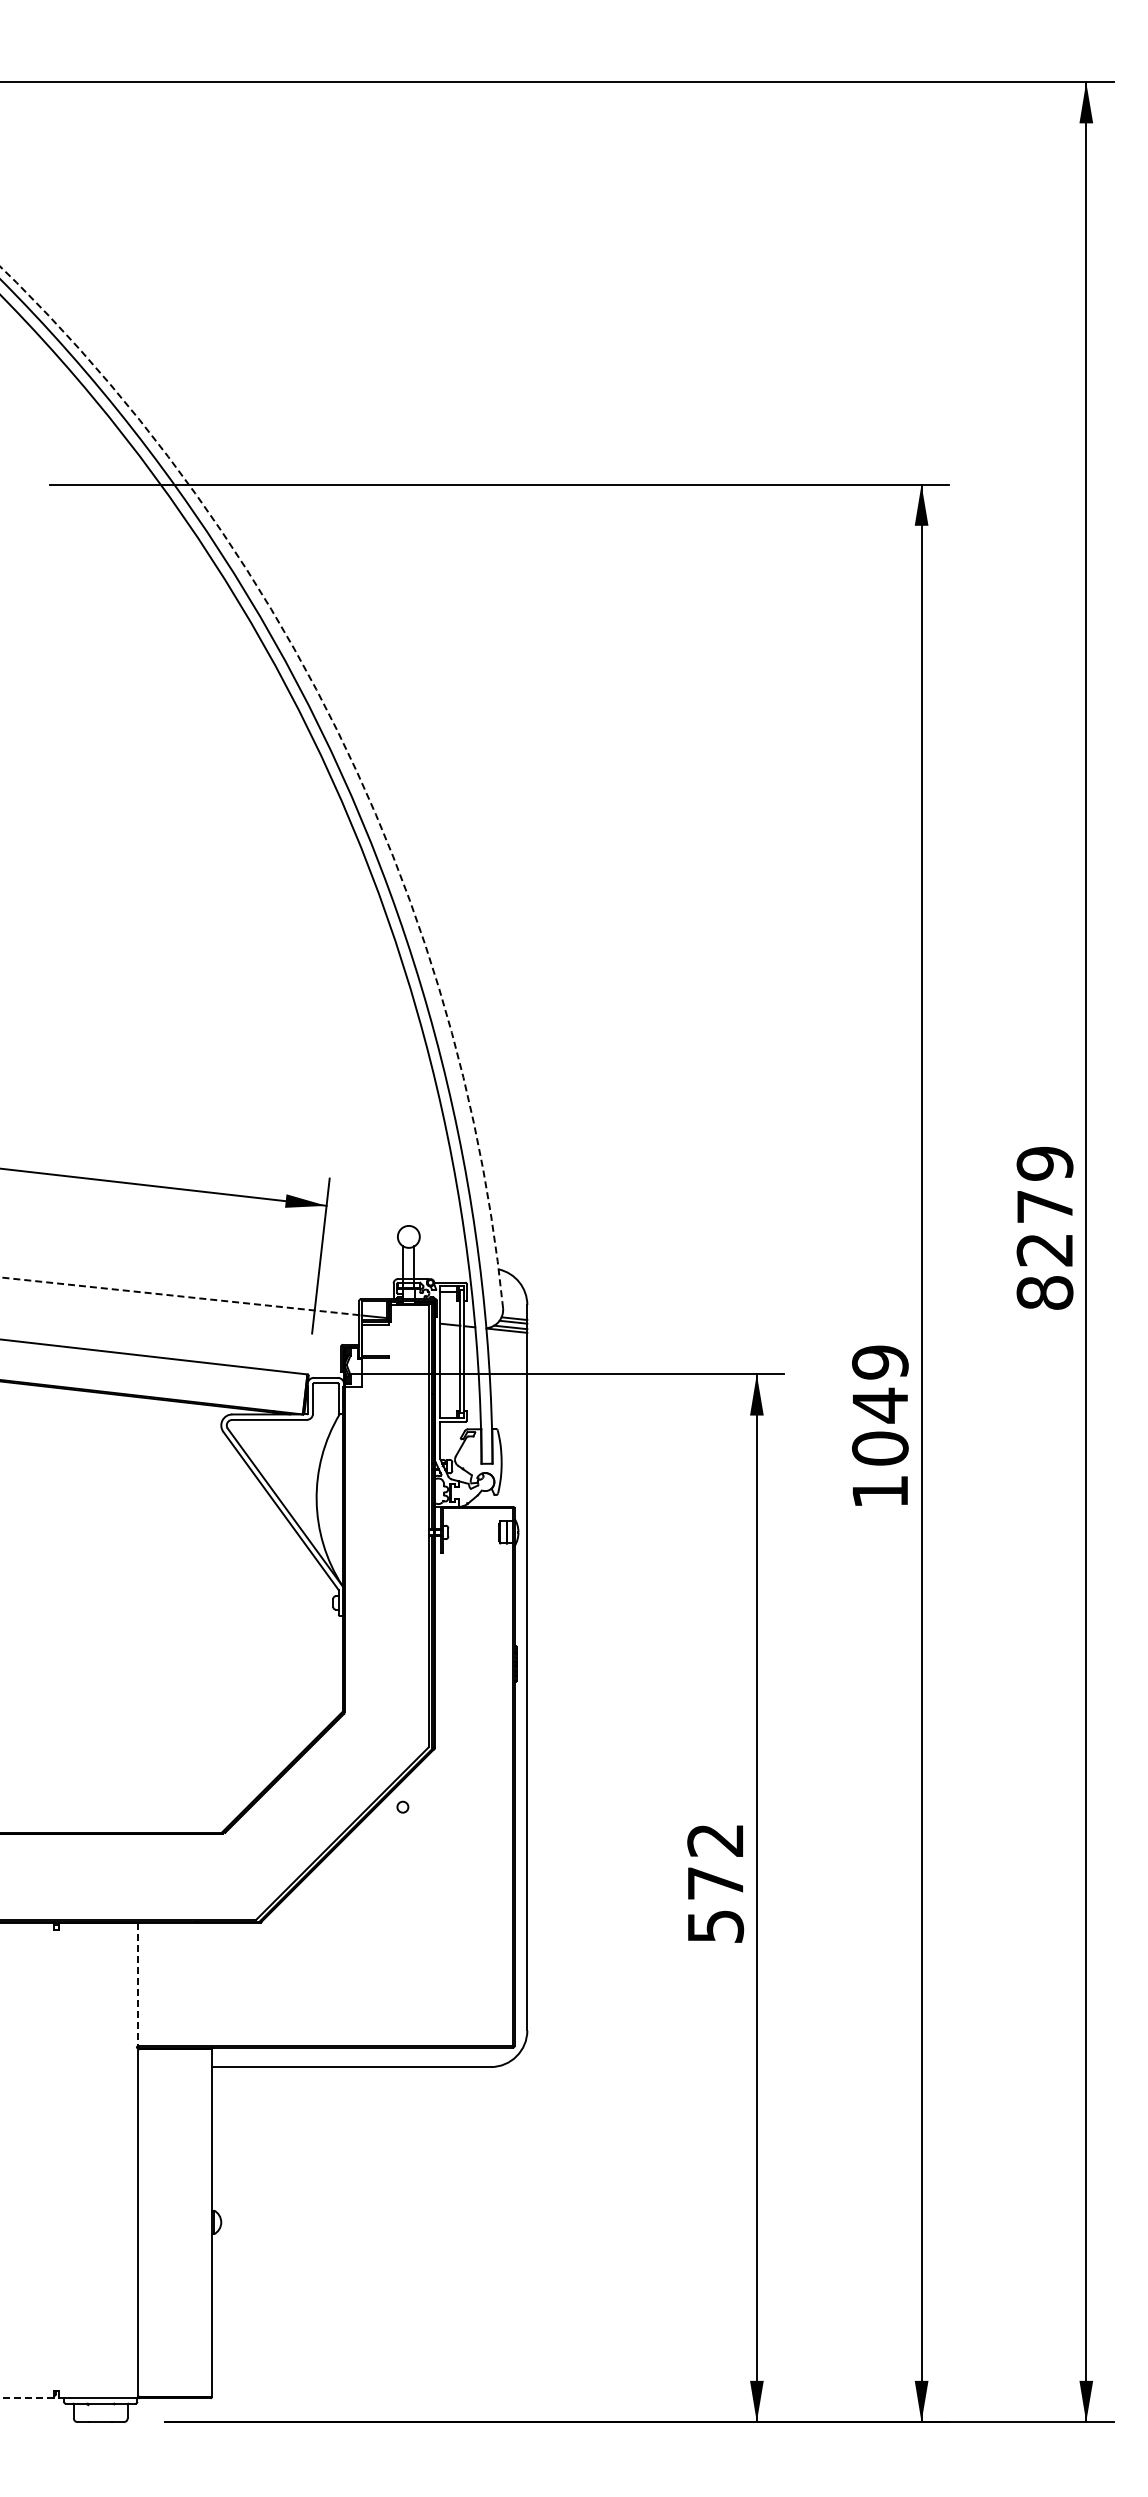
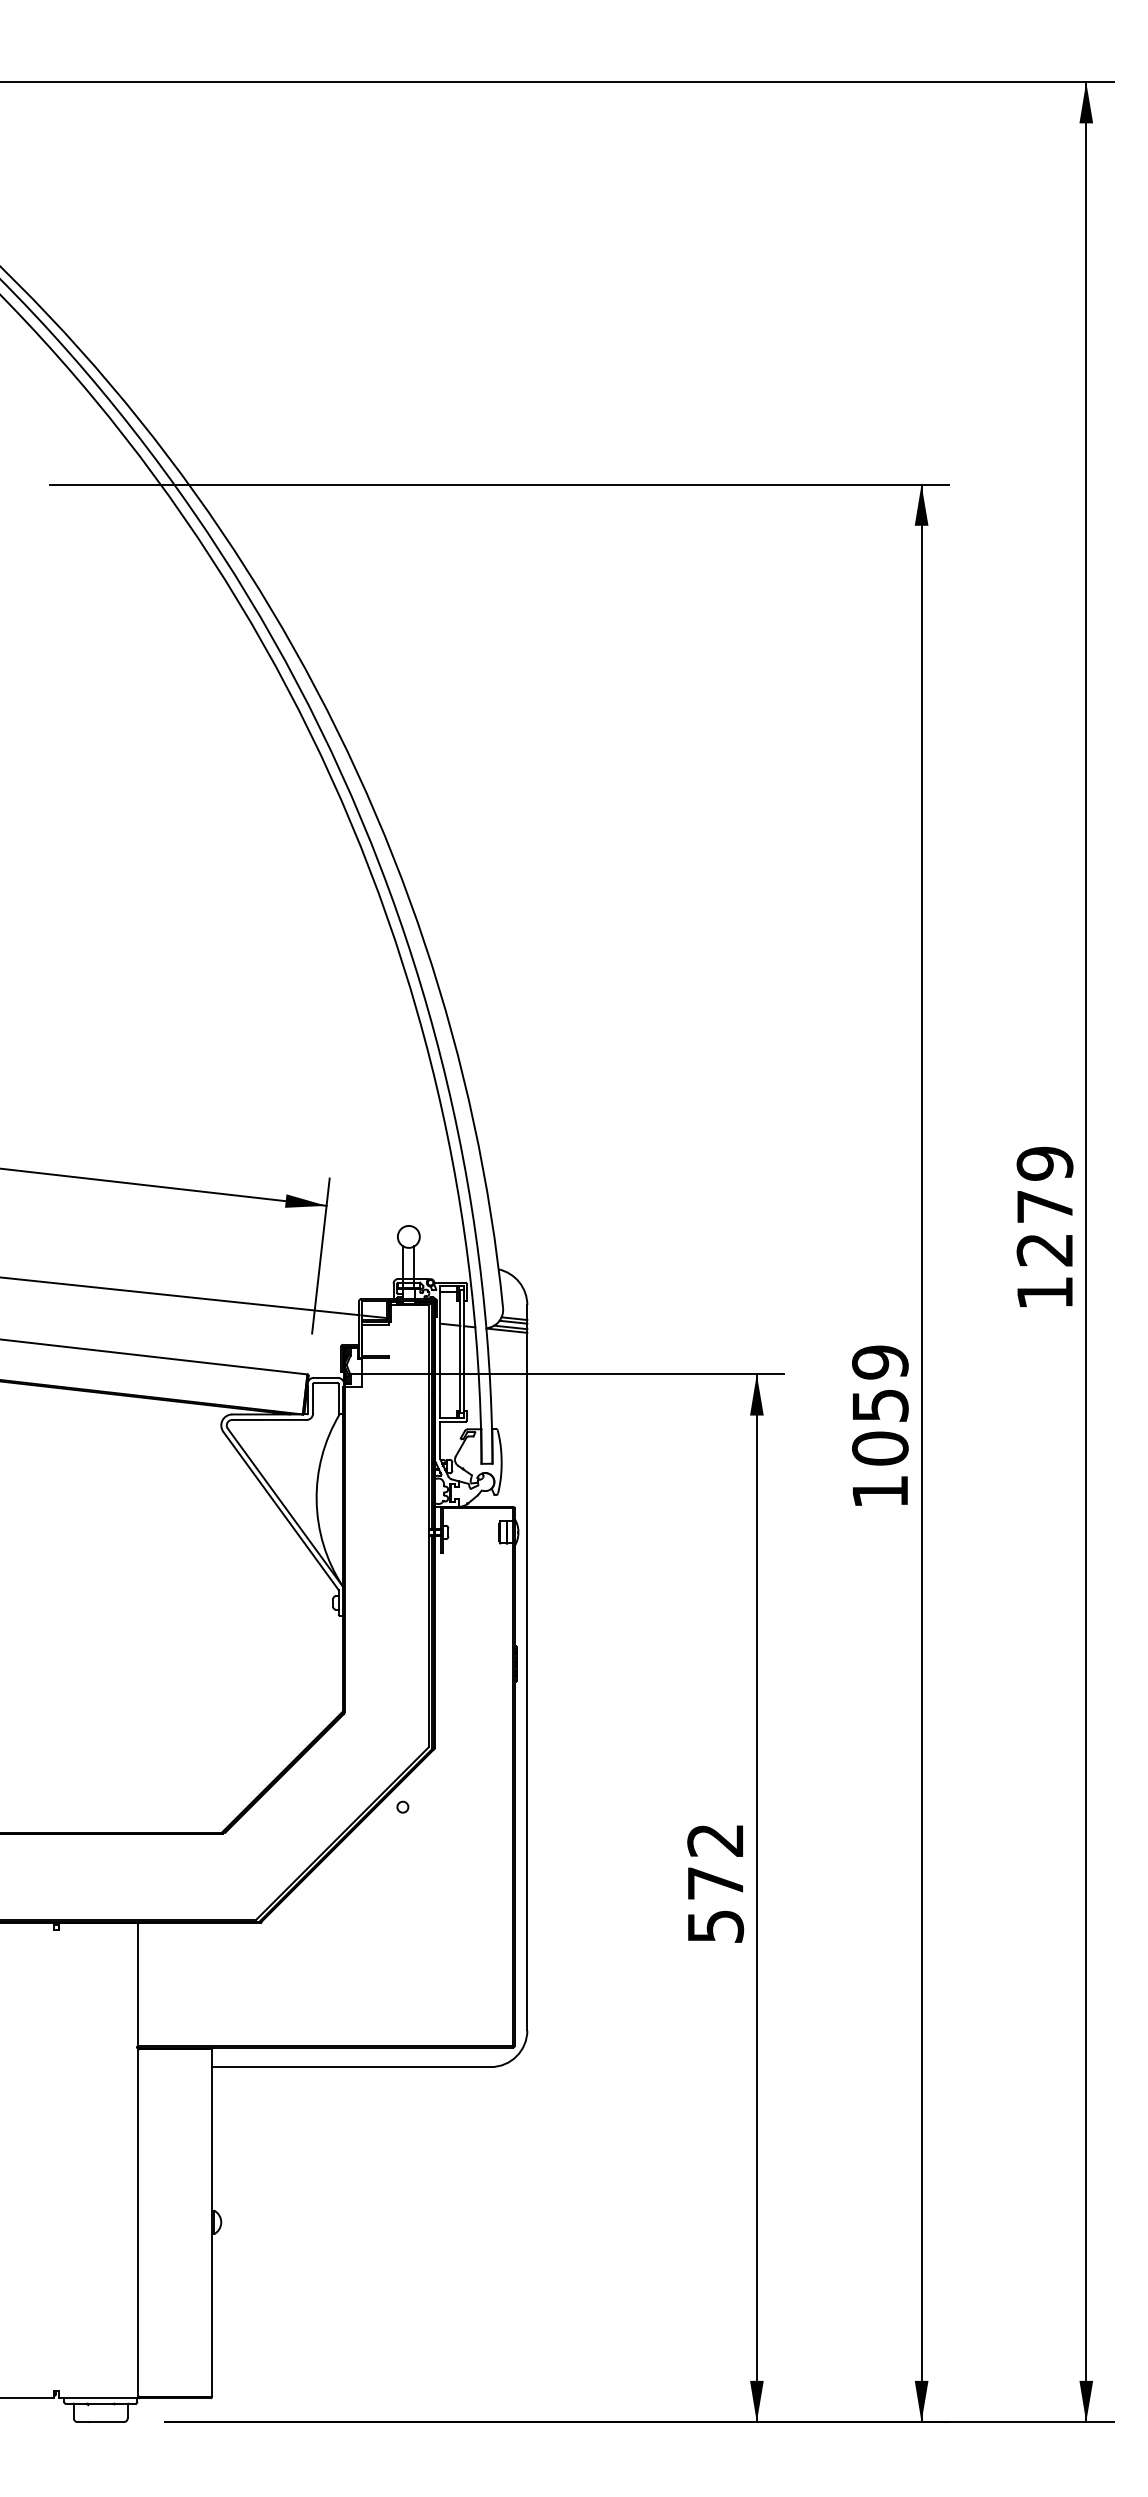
arc at (341, 740): dashed -> solid
text at (1044, 1292): 8279 -> 1279
line at (179, 1296): dashed -> solid
text at (880, 1405): 1049 -> 1059
line at (138, 1984): dashed -> solid
line at (26, 2398): dashed -> solid
